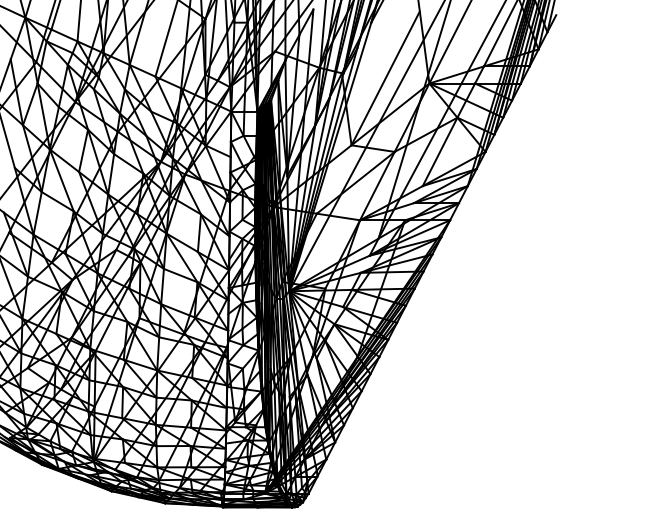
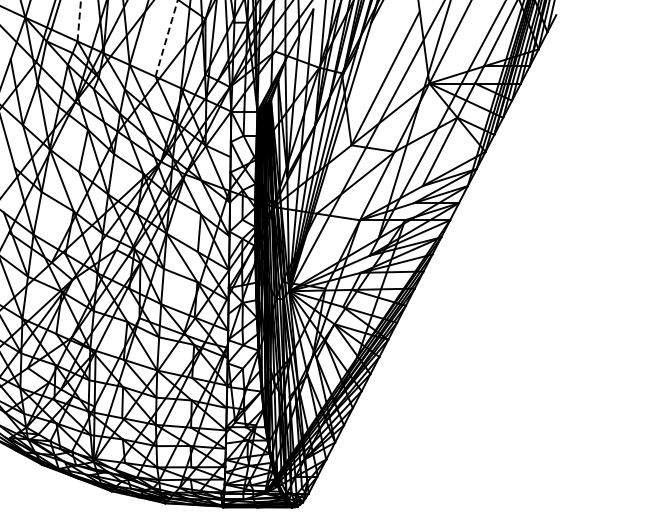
line at (79, 20): solid -> dashed
line at (166, 38): solid -> dashed
